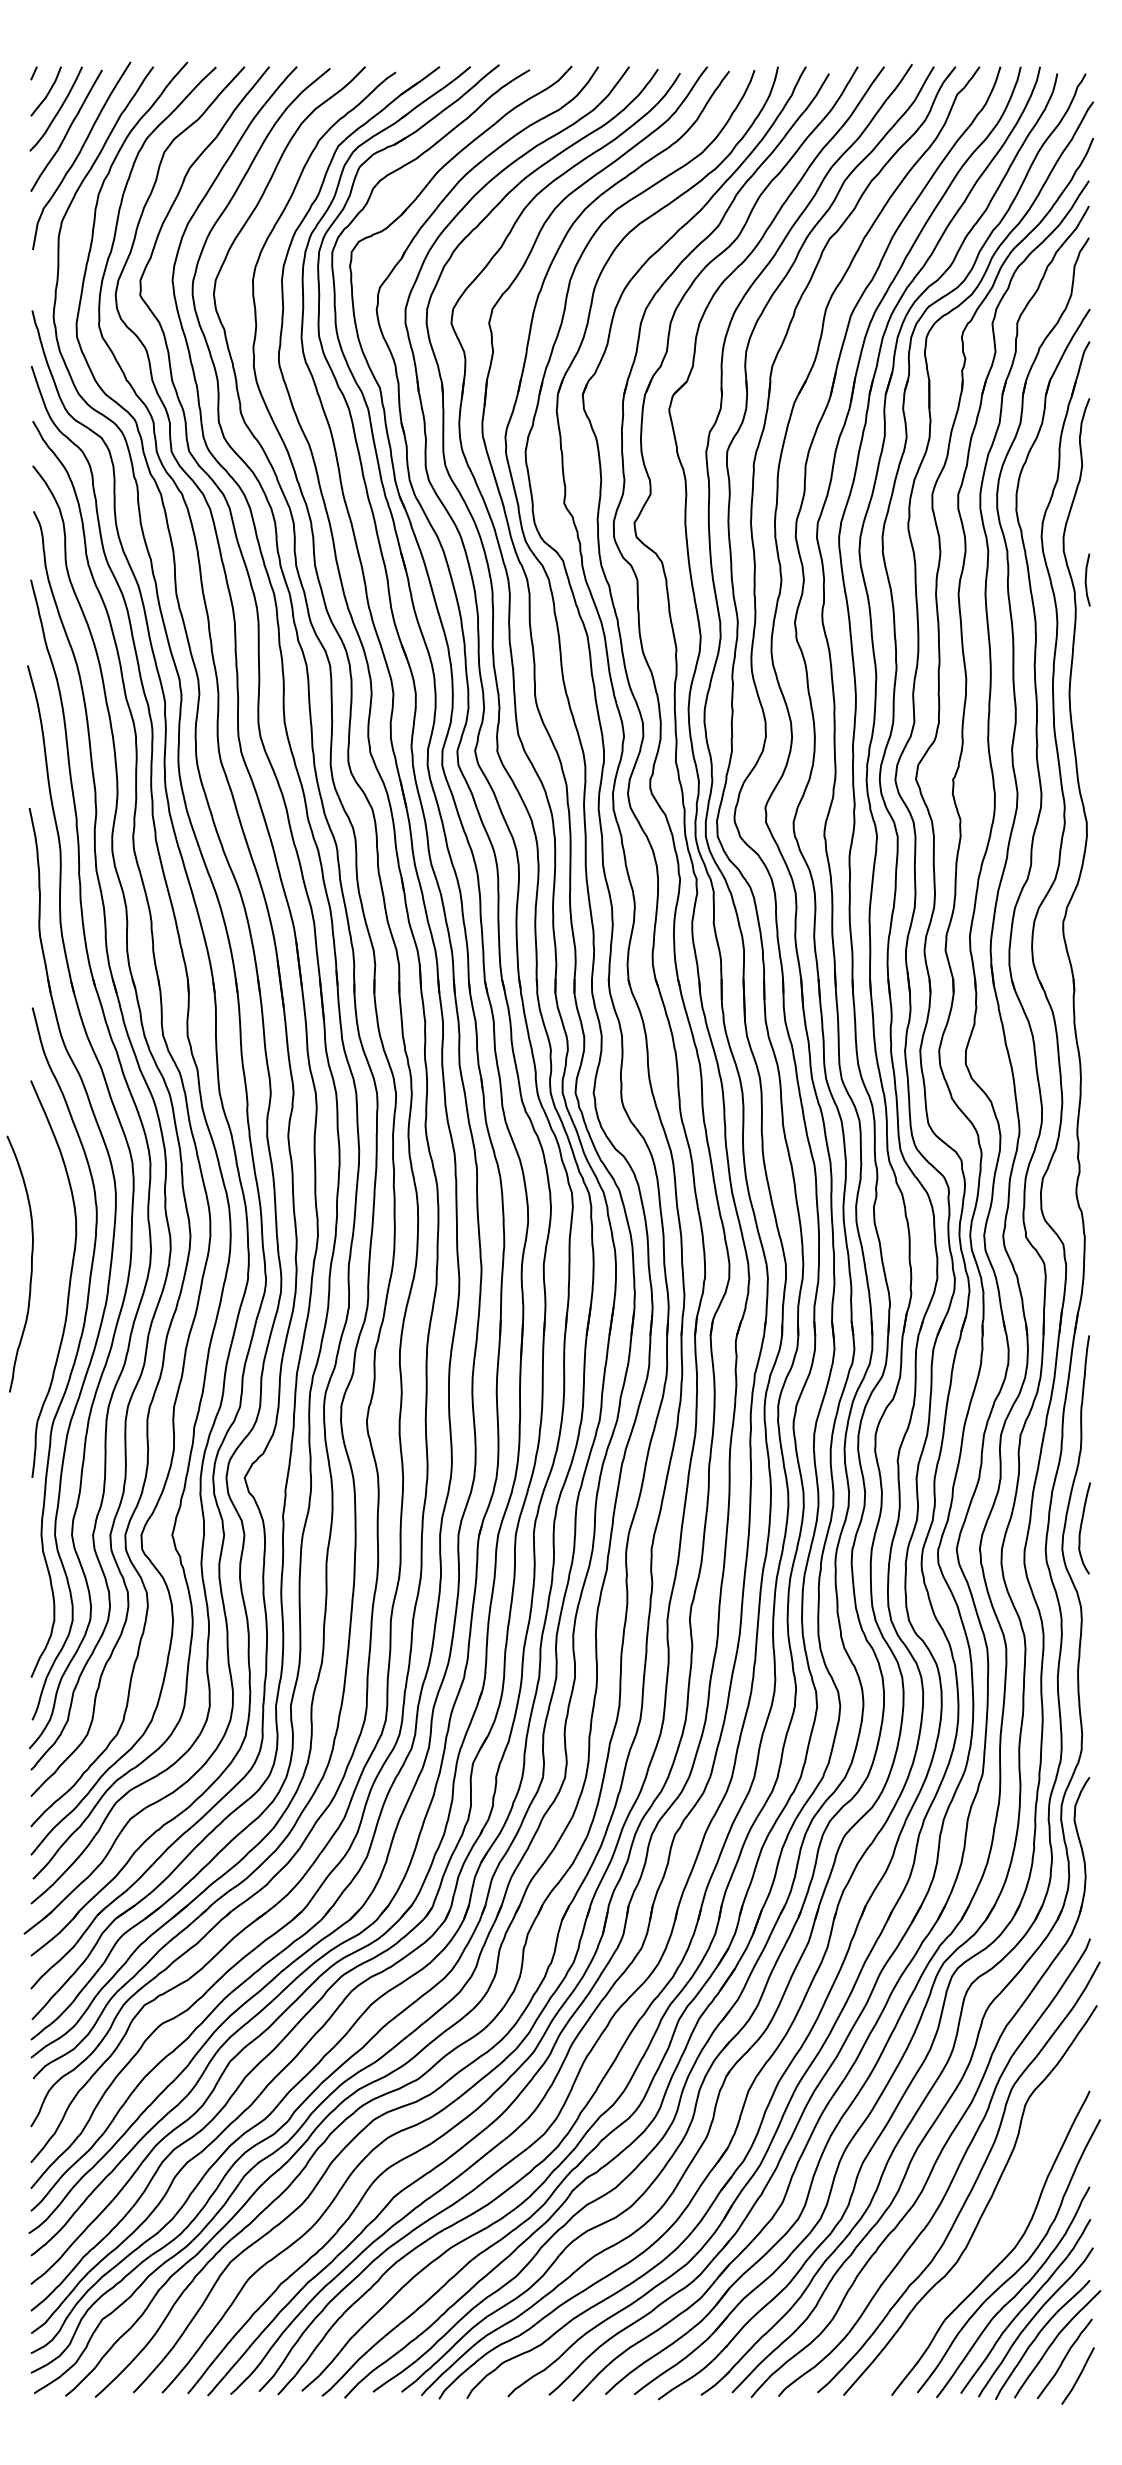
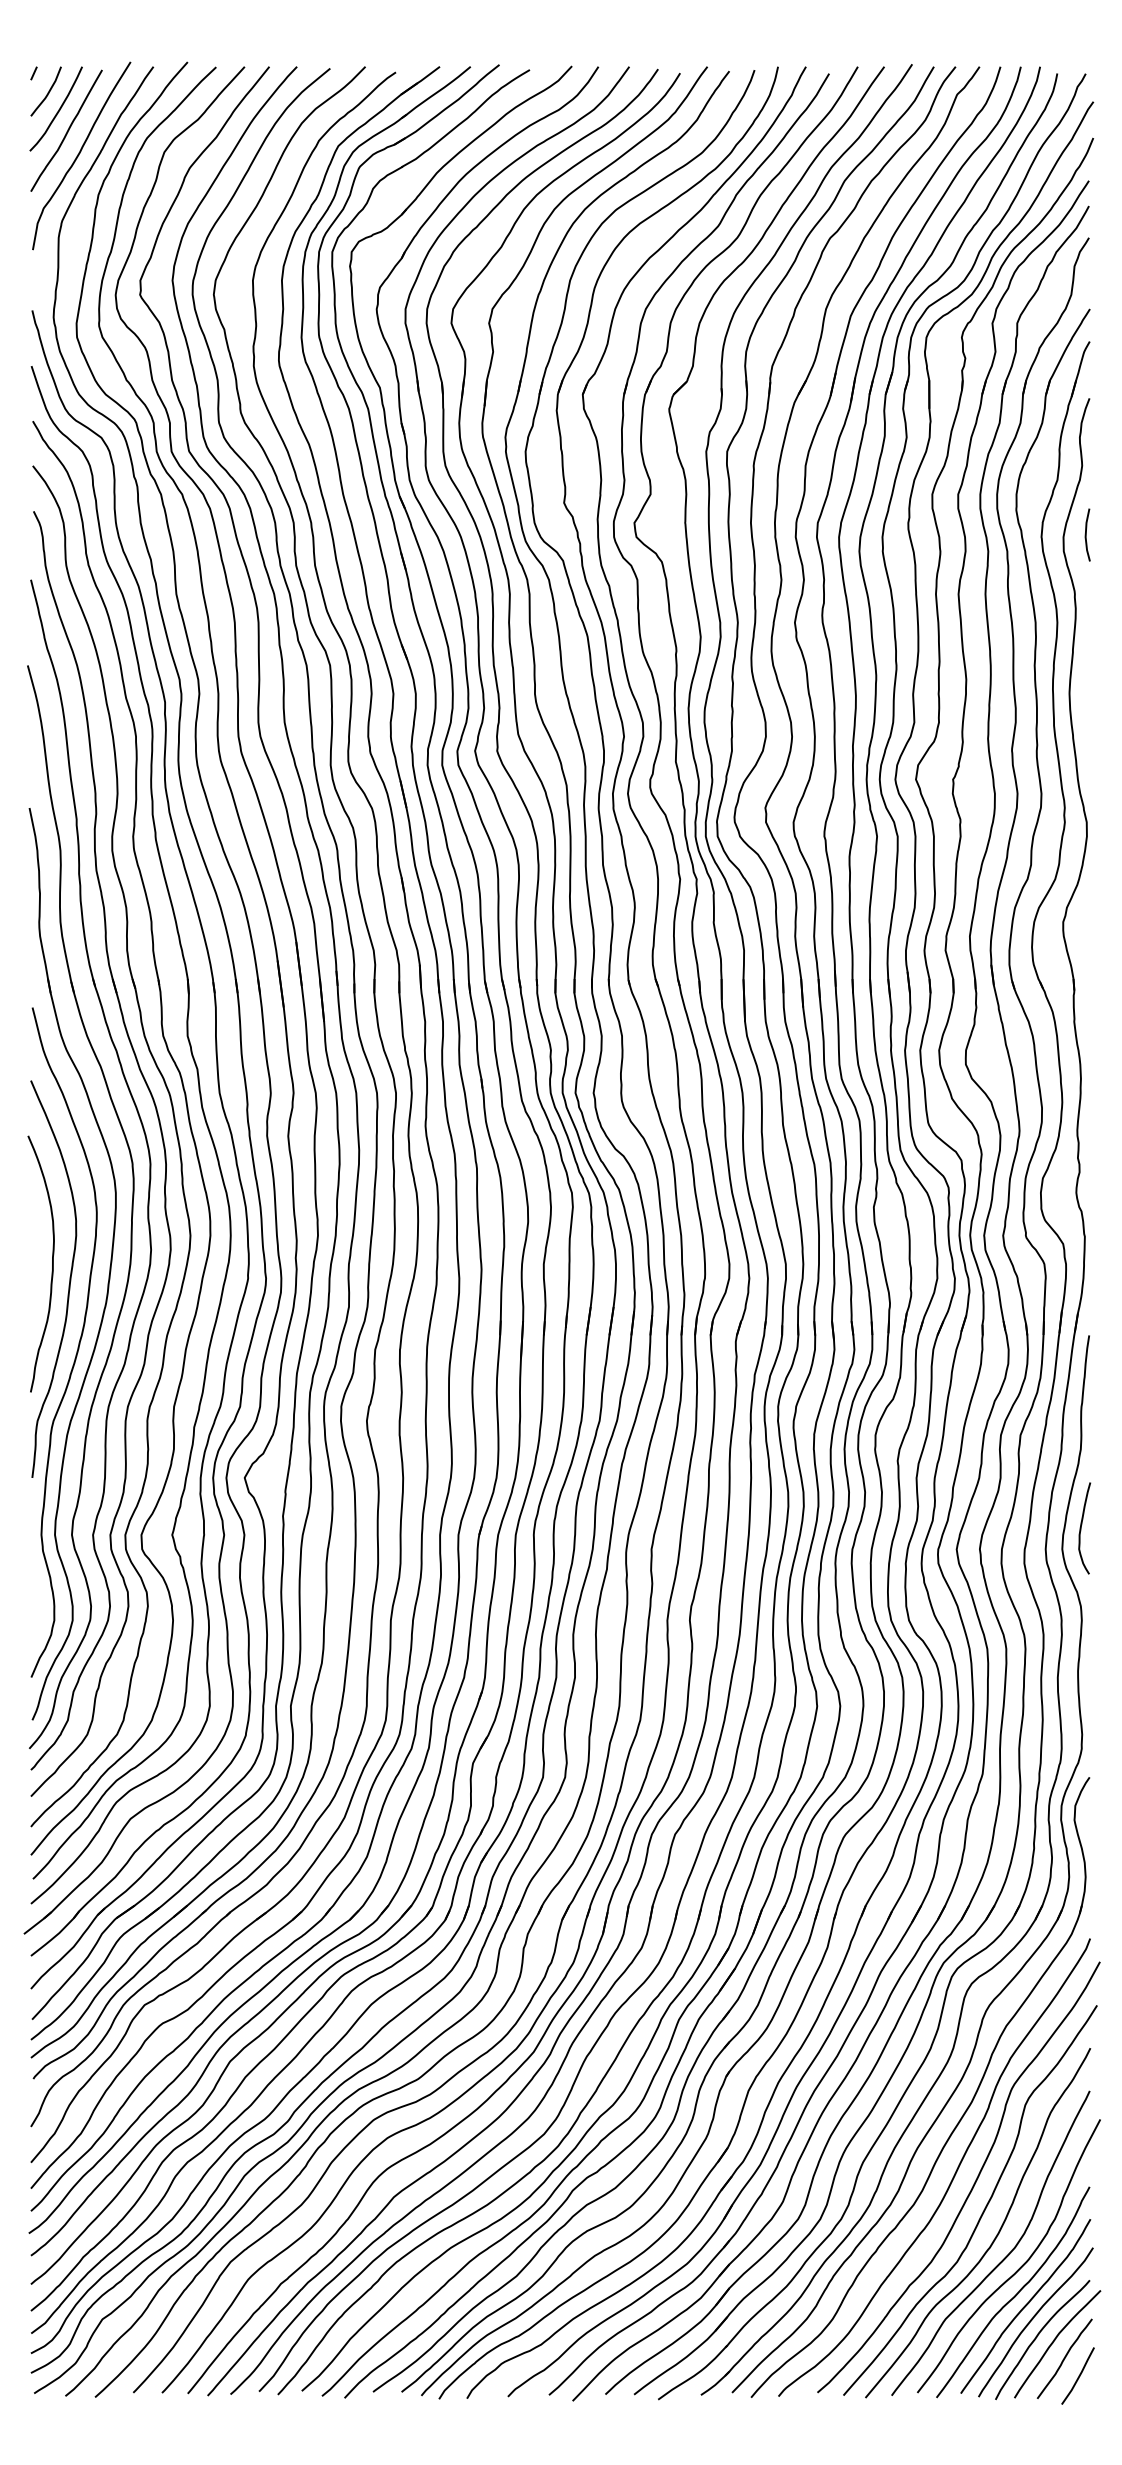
line at (1086, 579) position: (1086, 579) -> (1086, 534)
curve at (31, 1263) position: (31, 1263) -> (52, 1263)
curve at (996, 2234): none -> present
